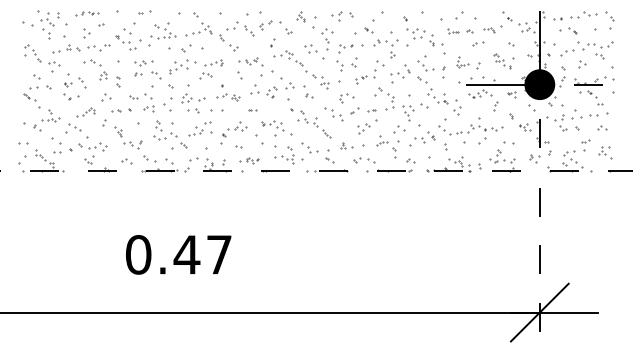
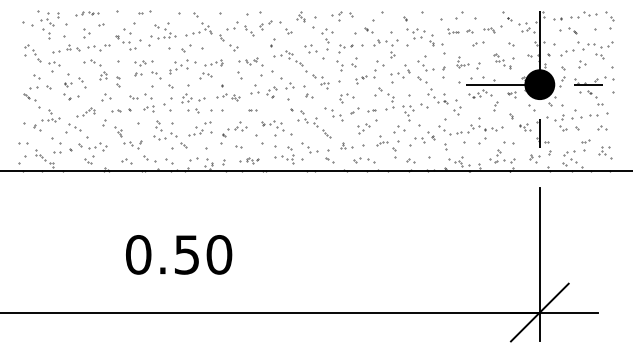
line at (316, 171): dashed -> solid
text at (202, 254): 0.47 -> 0.50
line at (539, 264): dashed -> solid
